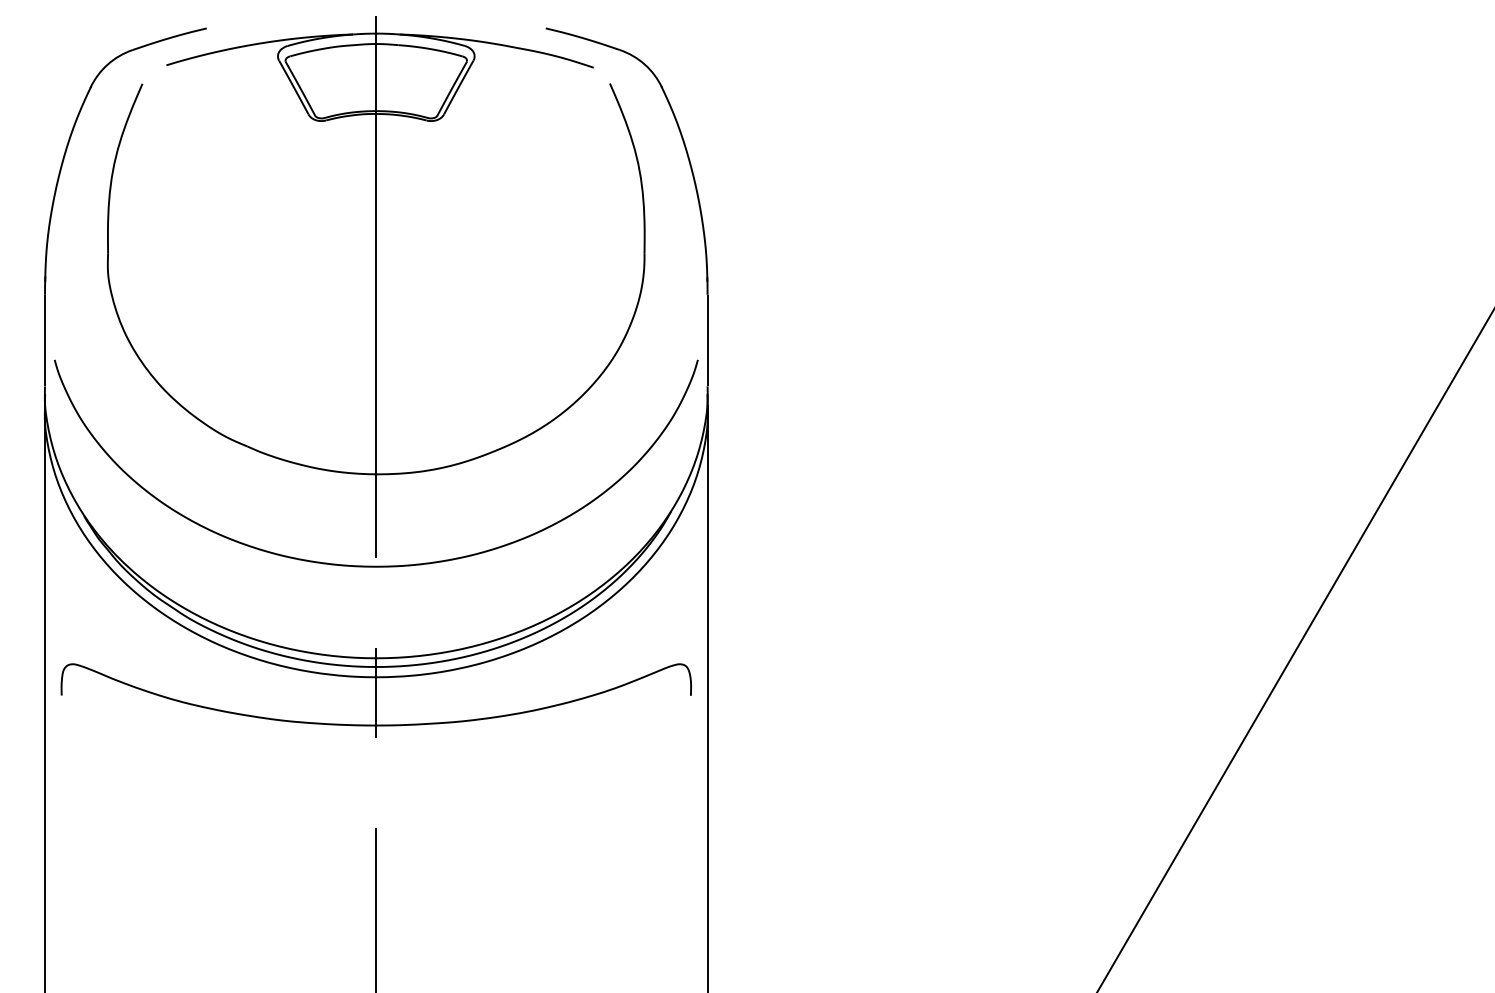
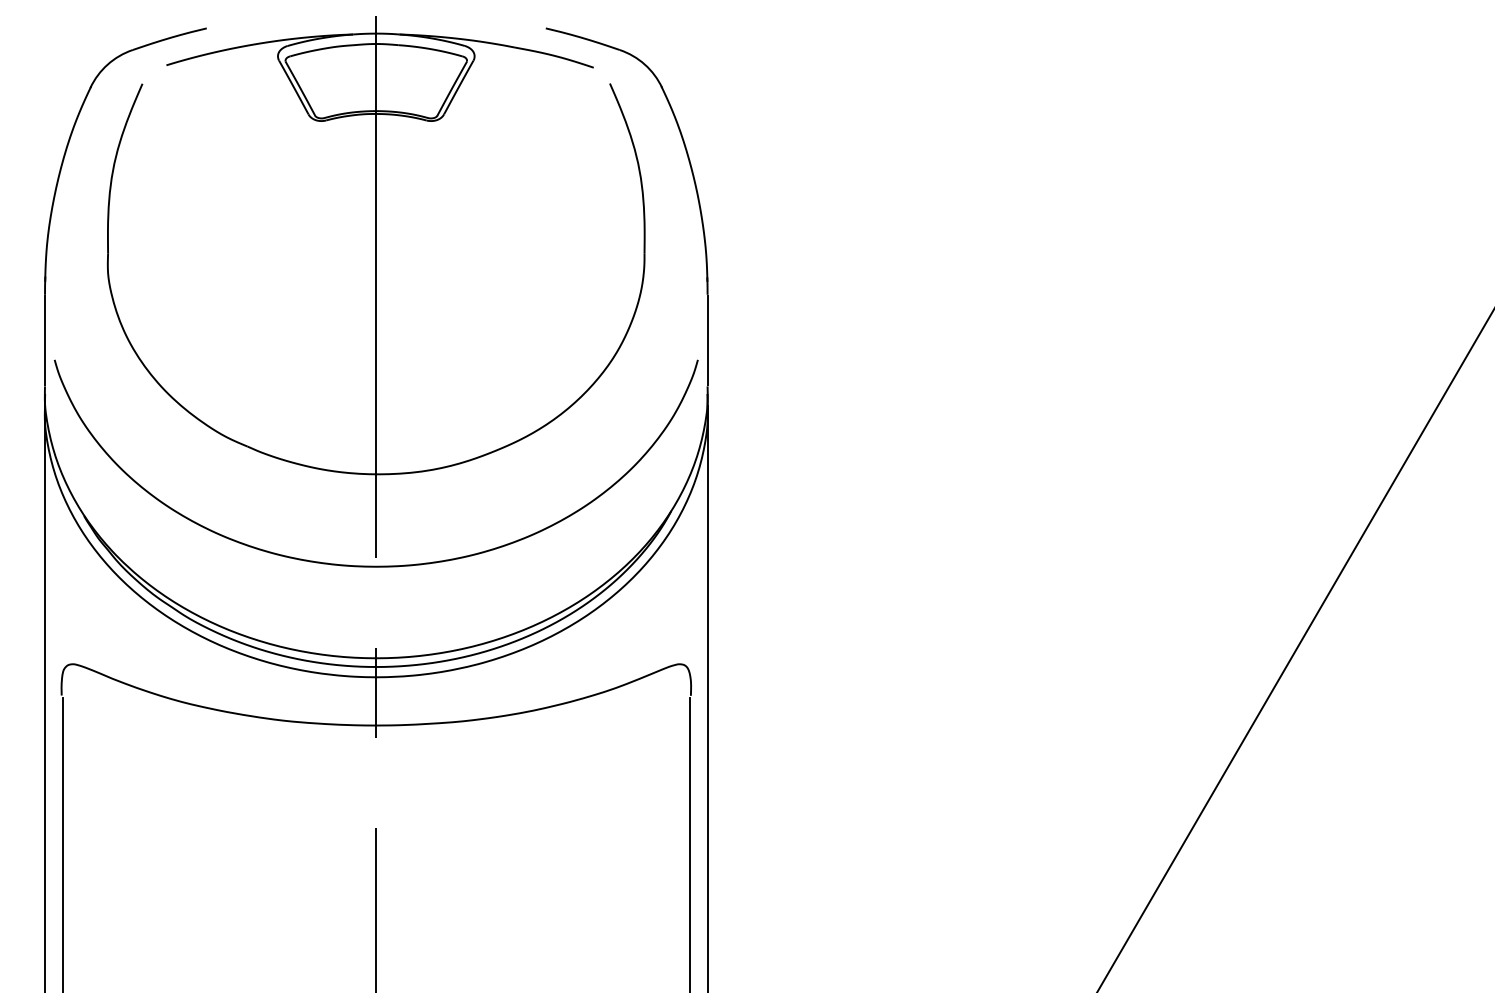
line at (63, 843): none -> present
line at (689, 843): none -> present
